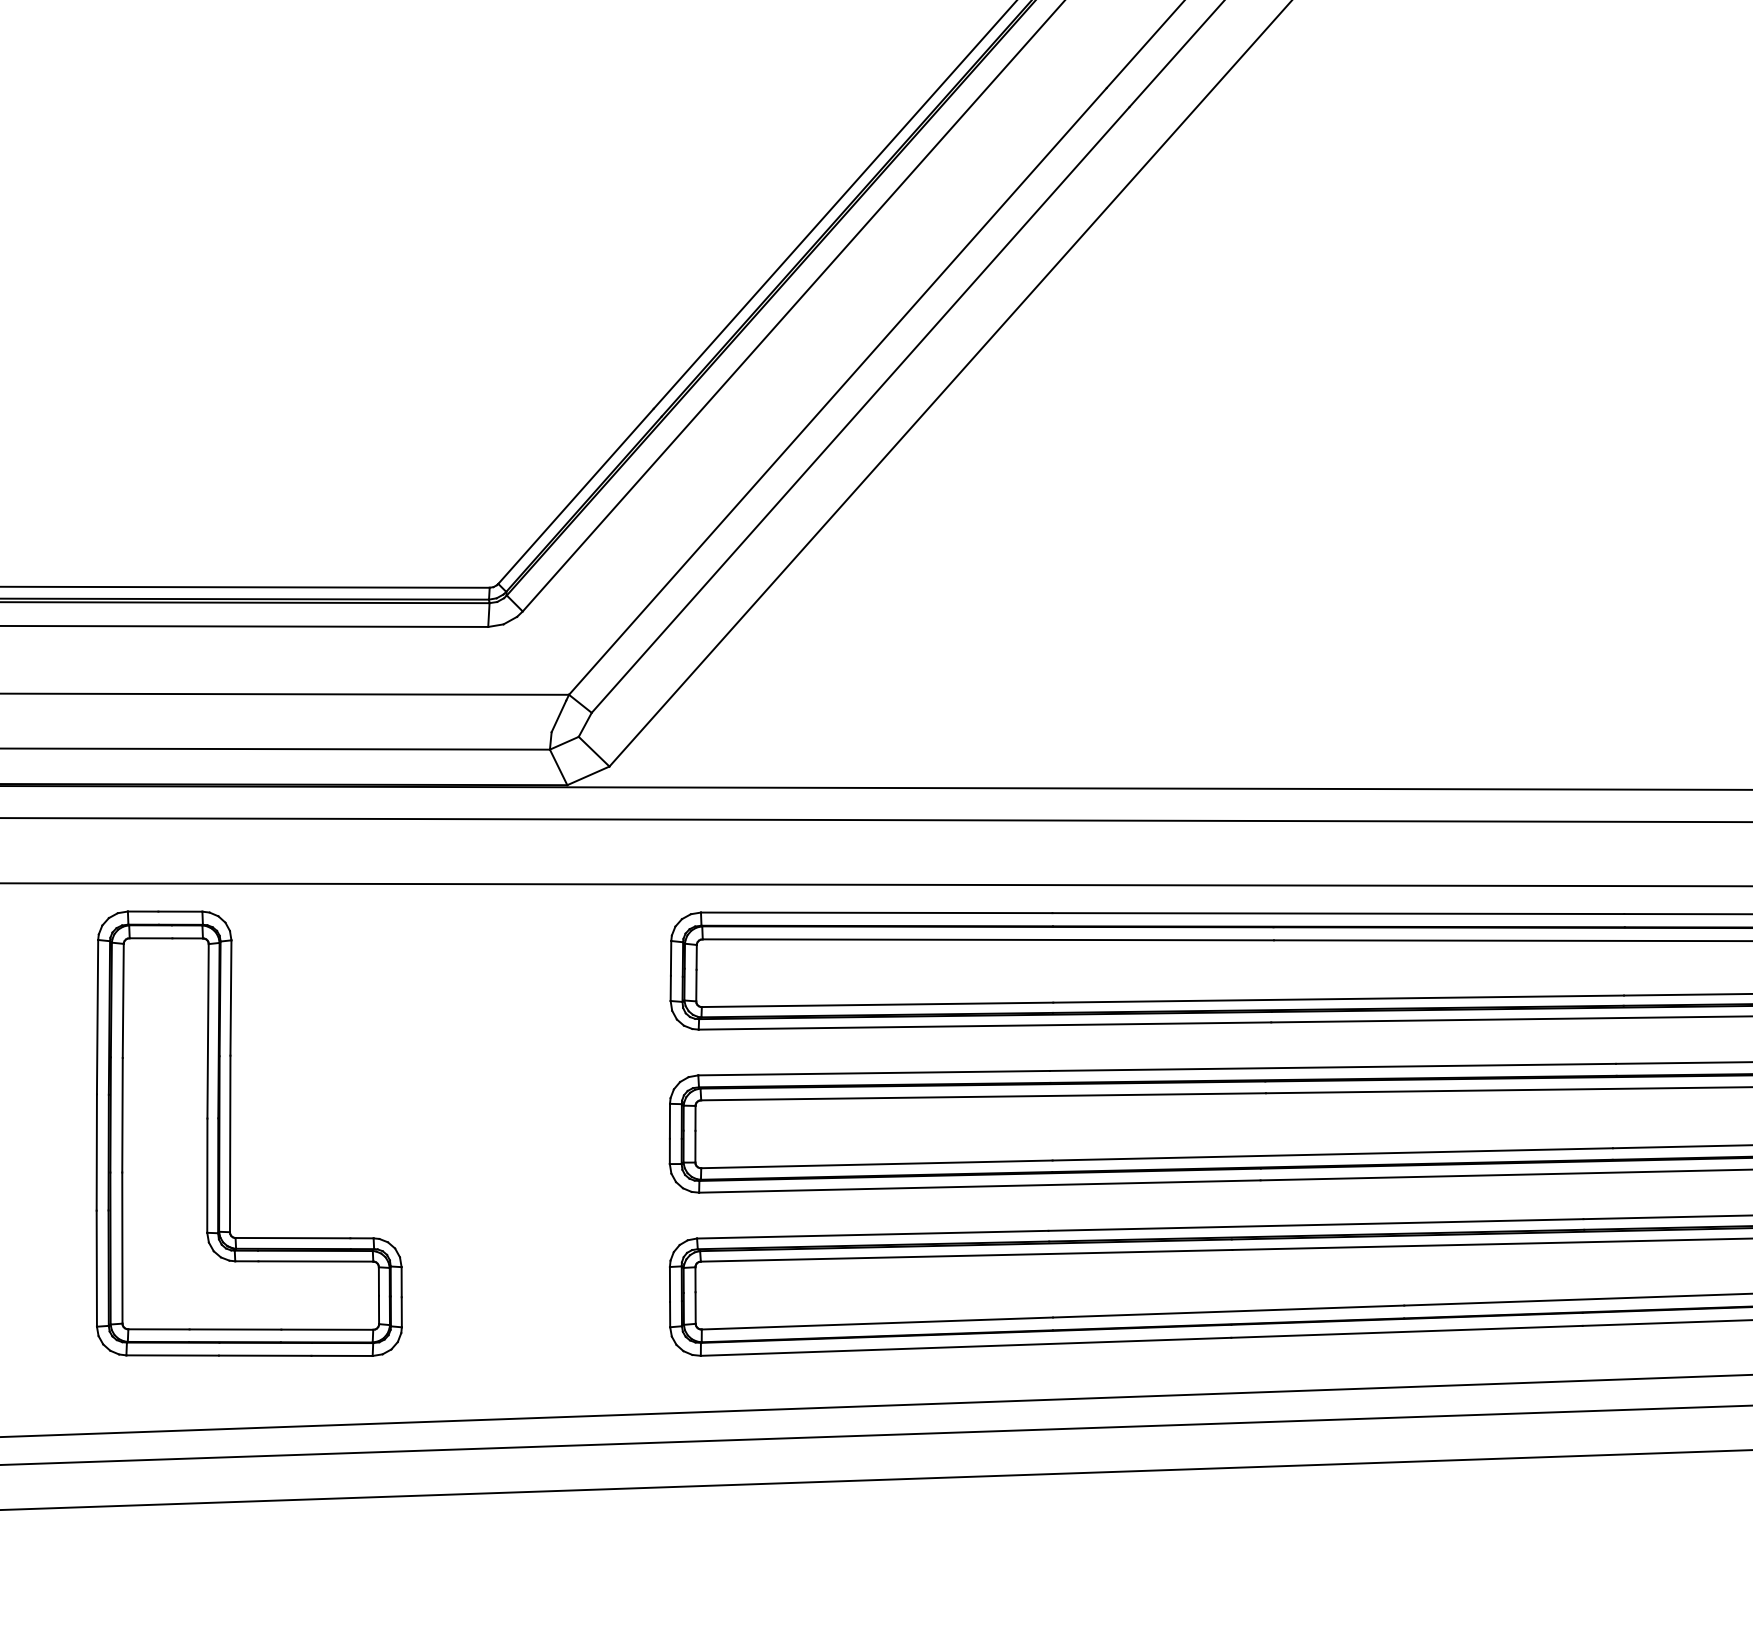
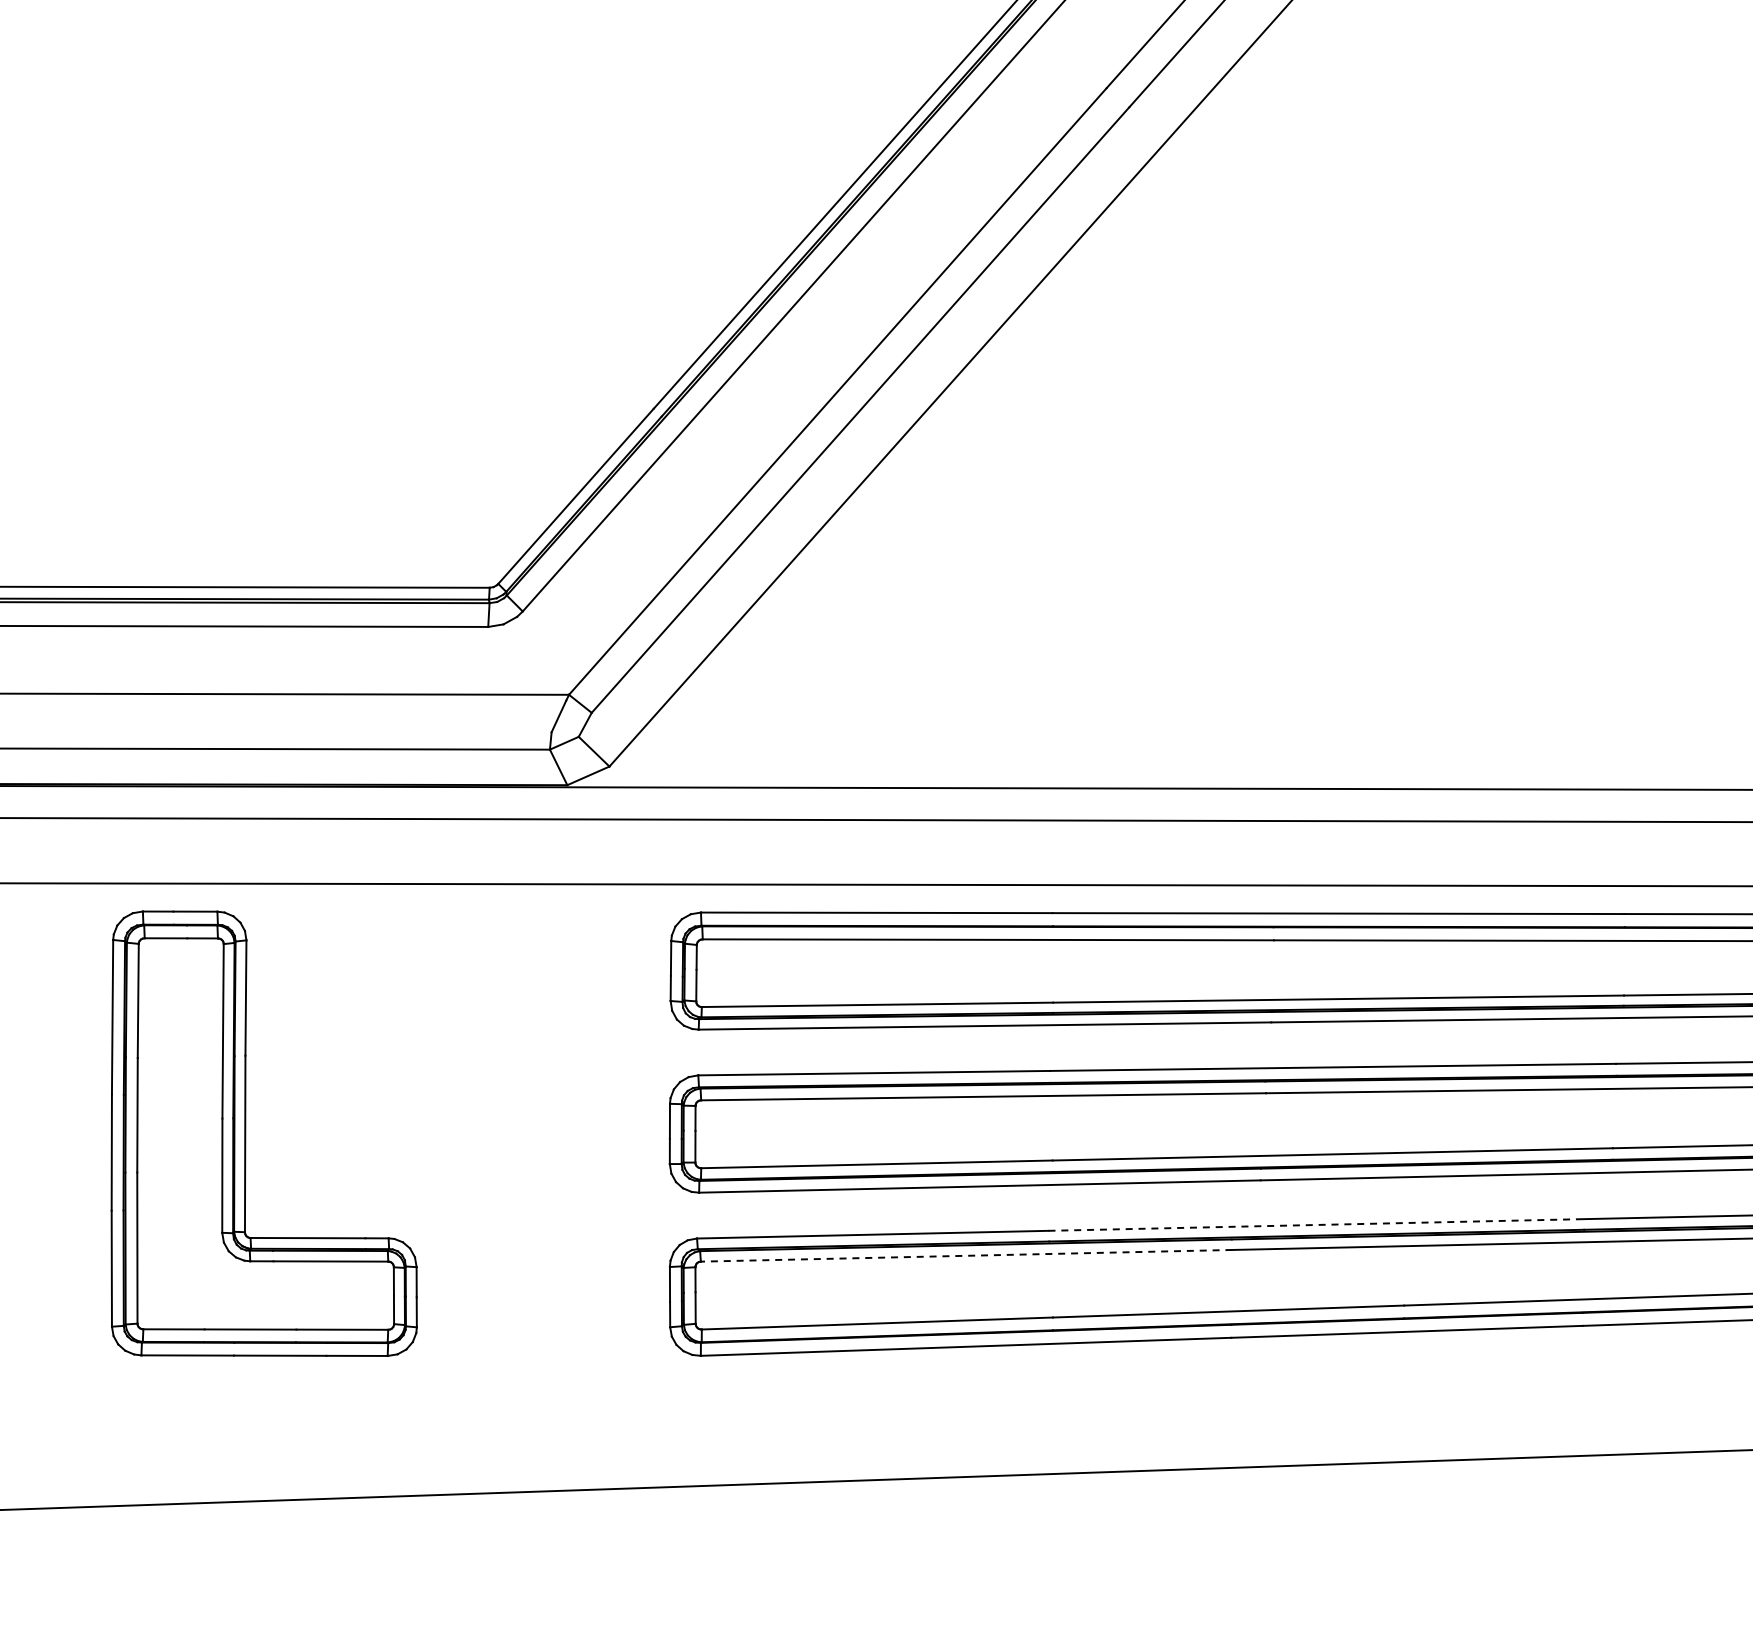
part at (231, 1133) position: (231, 1133) -> (246, 1133)
line at (1315, 1224): solid -> dashed
line at (966, 1255): solid -> dashed
line at (875, 1405): present -> none
line at (875, 1434): present -> none
